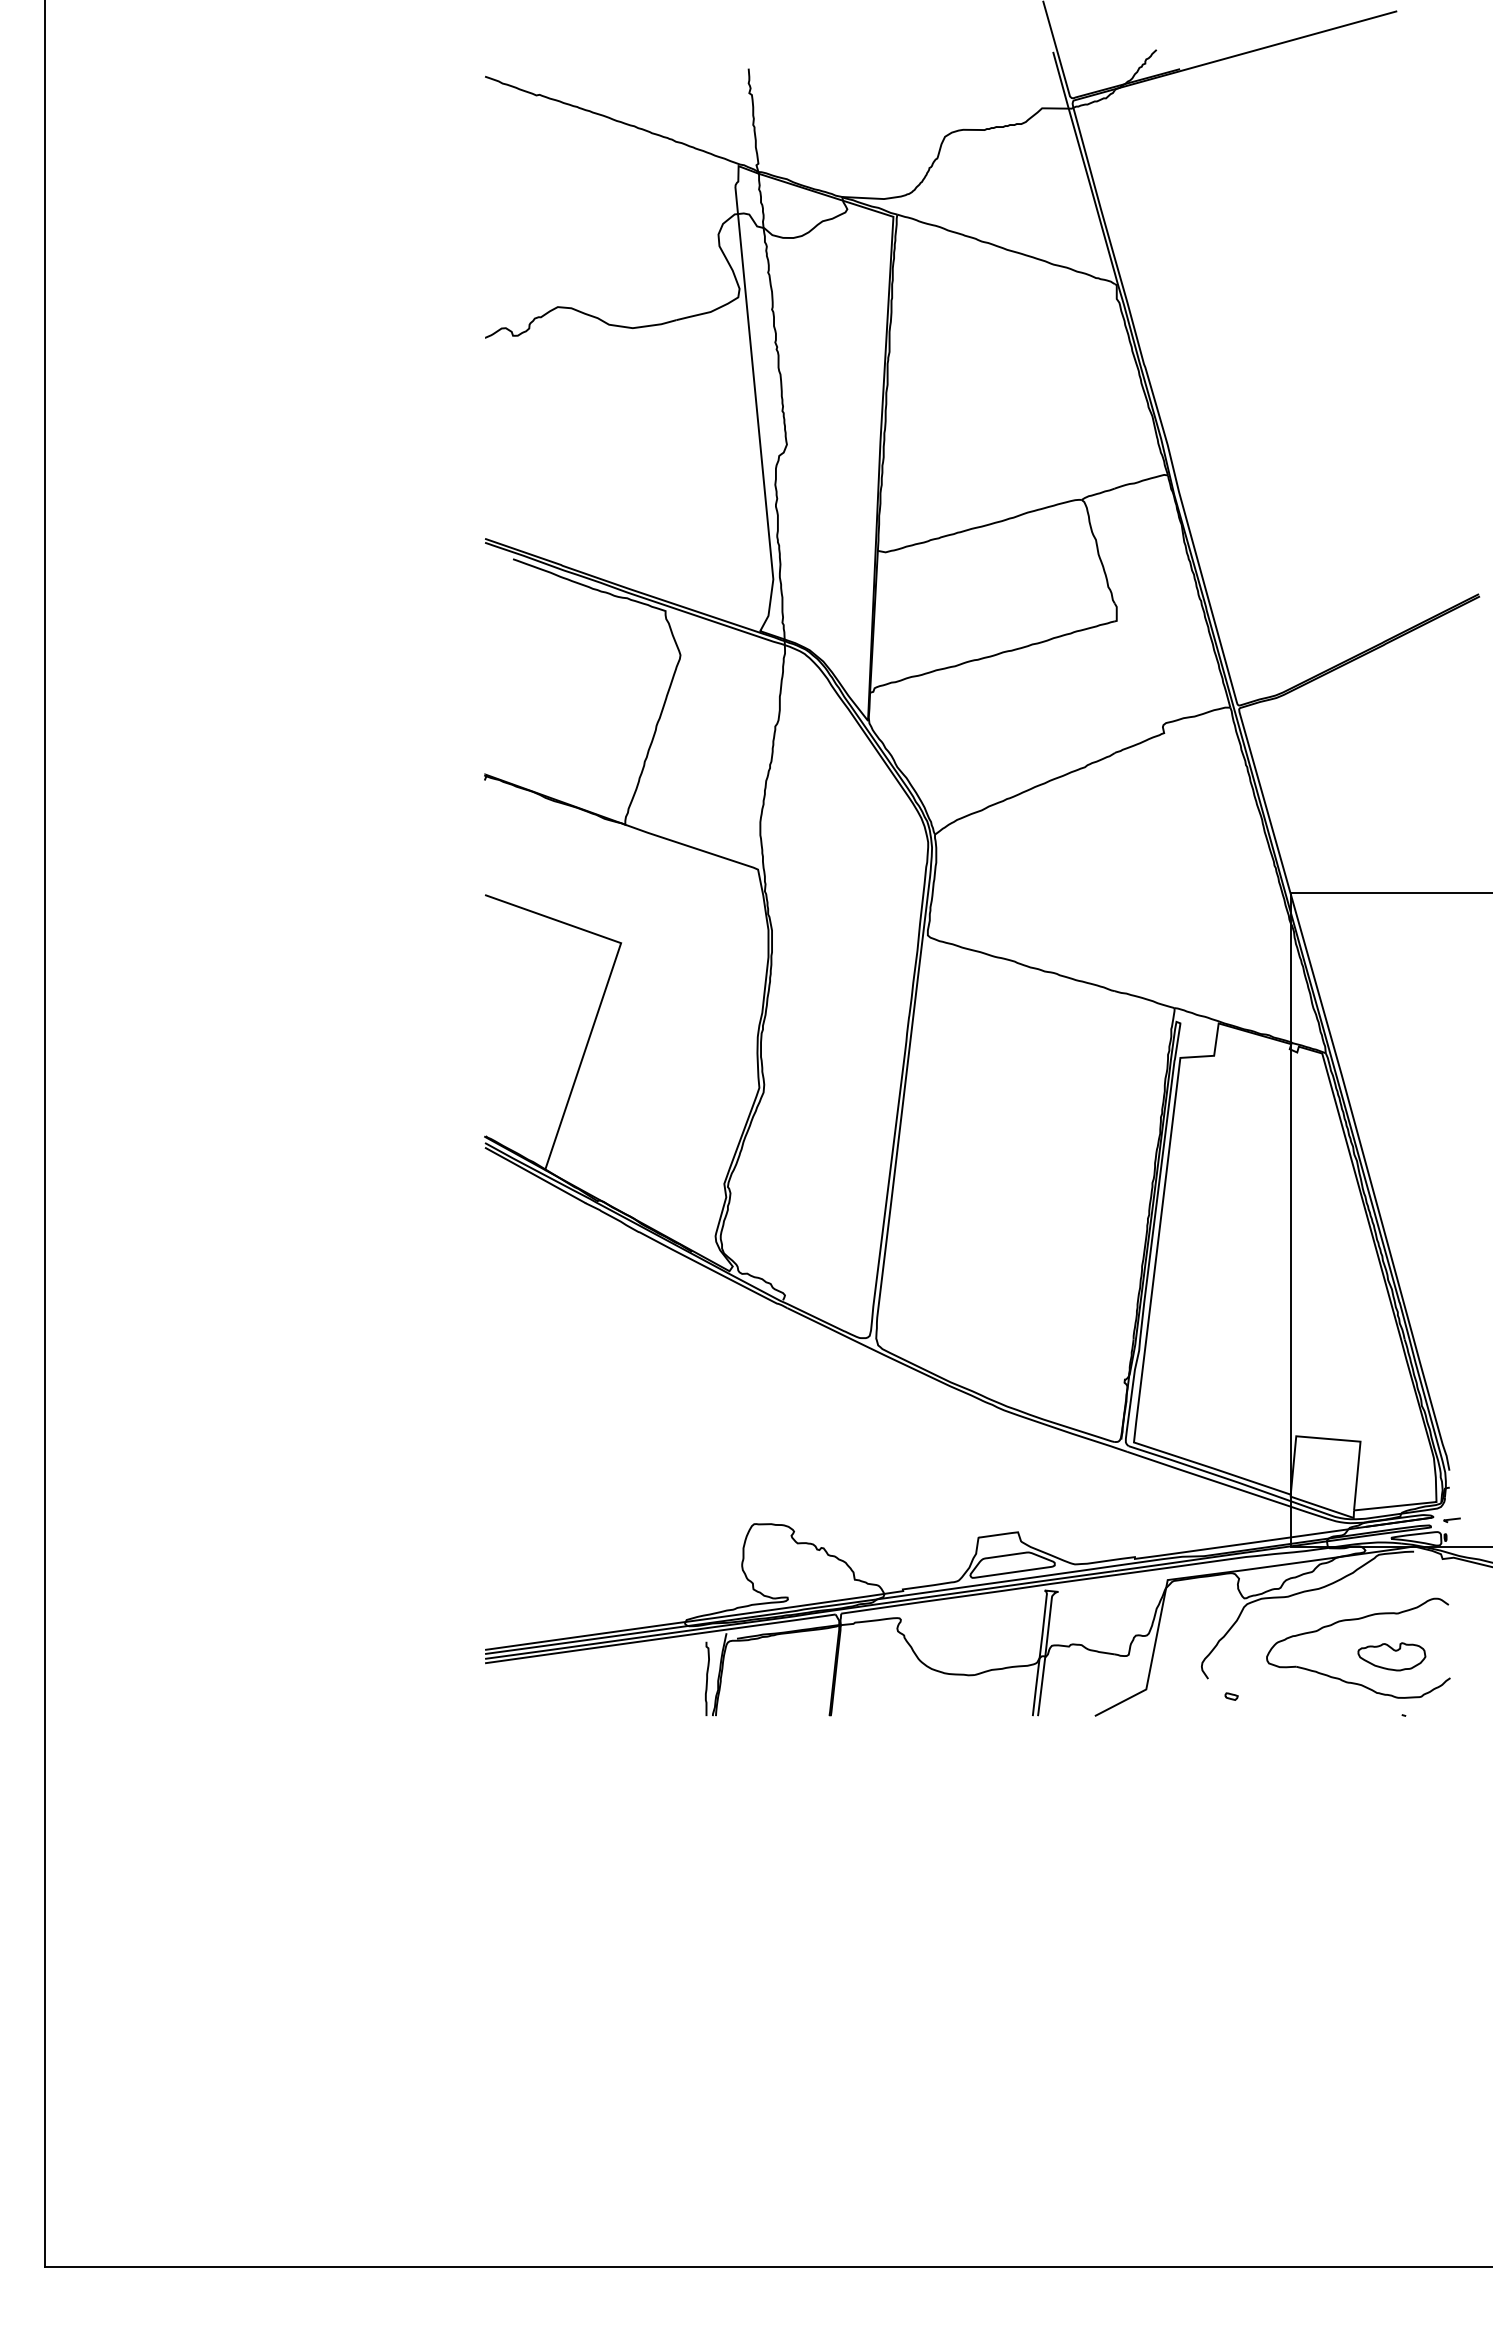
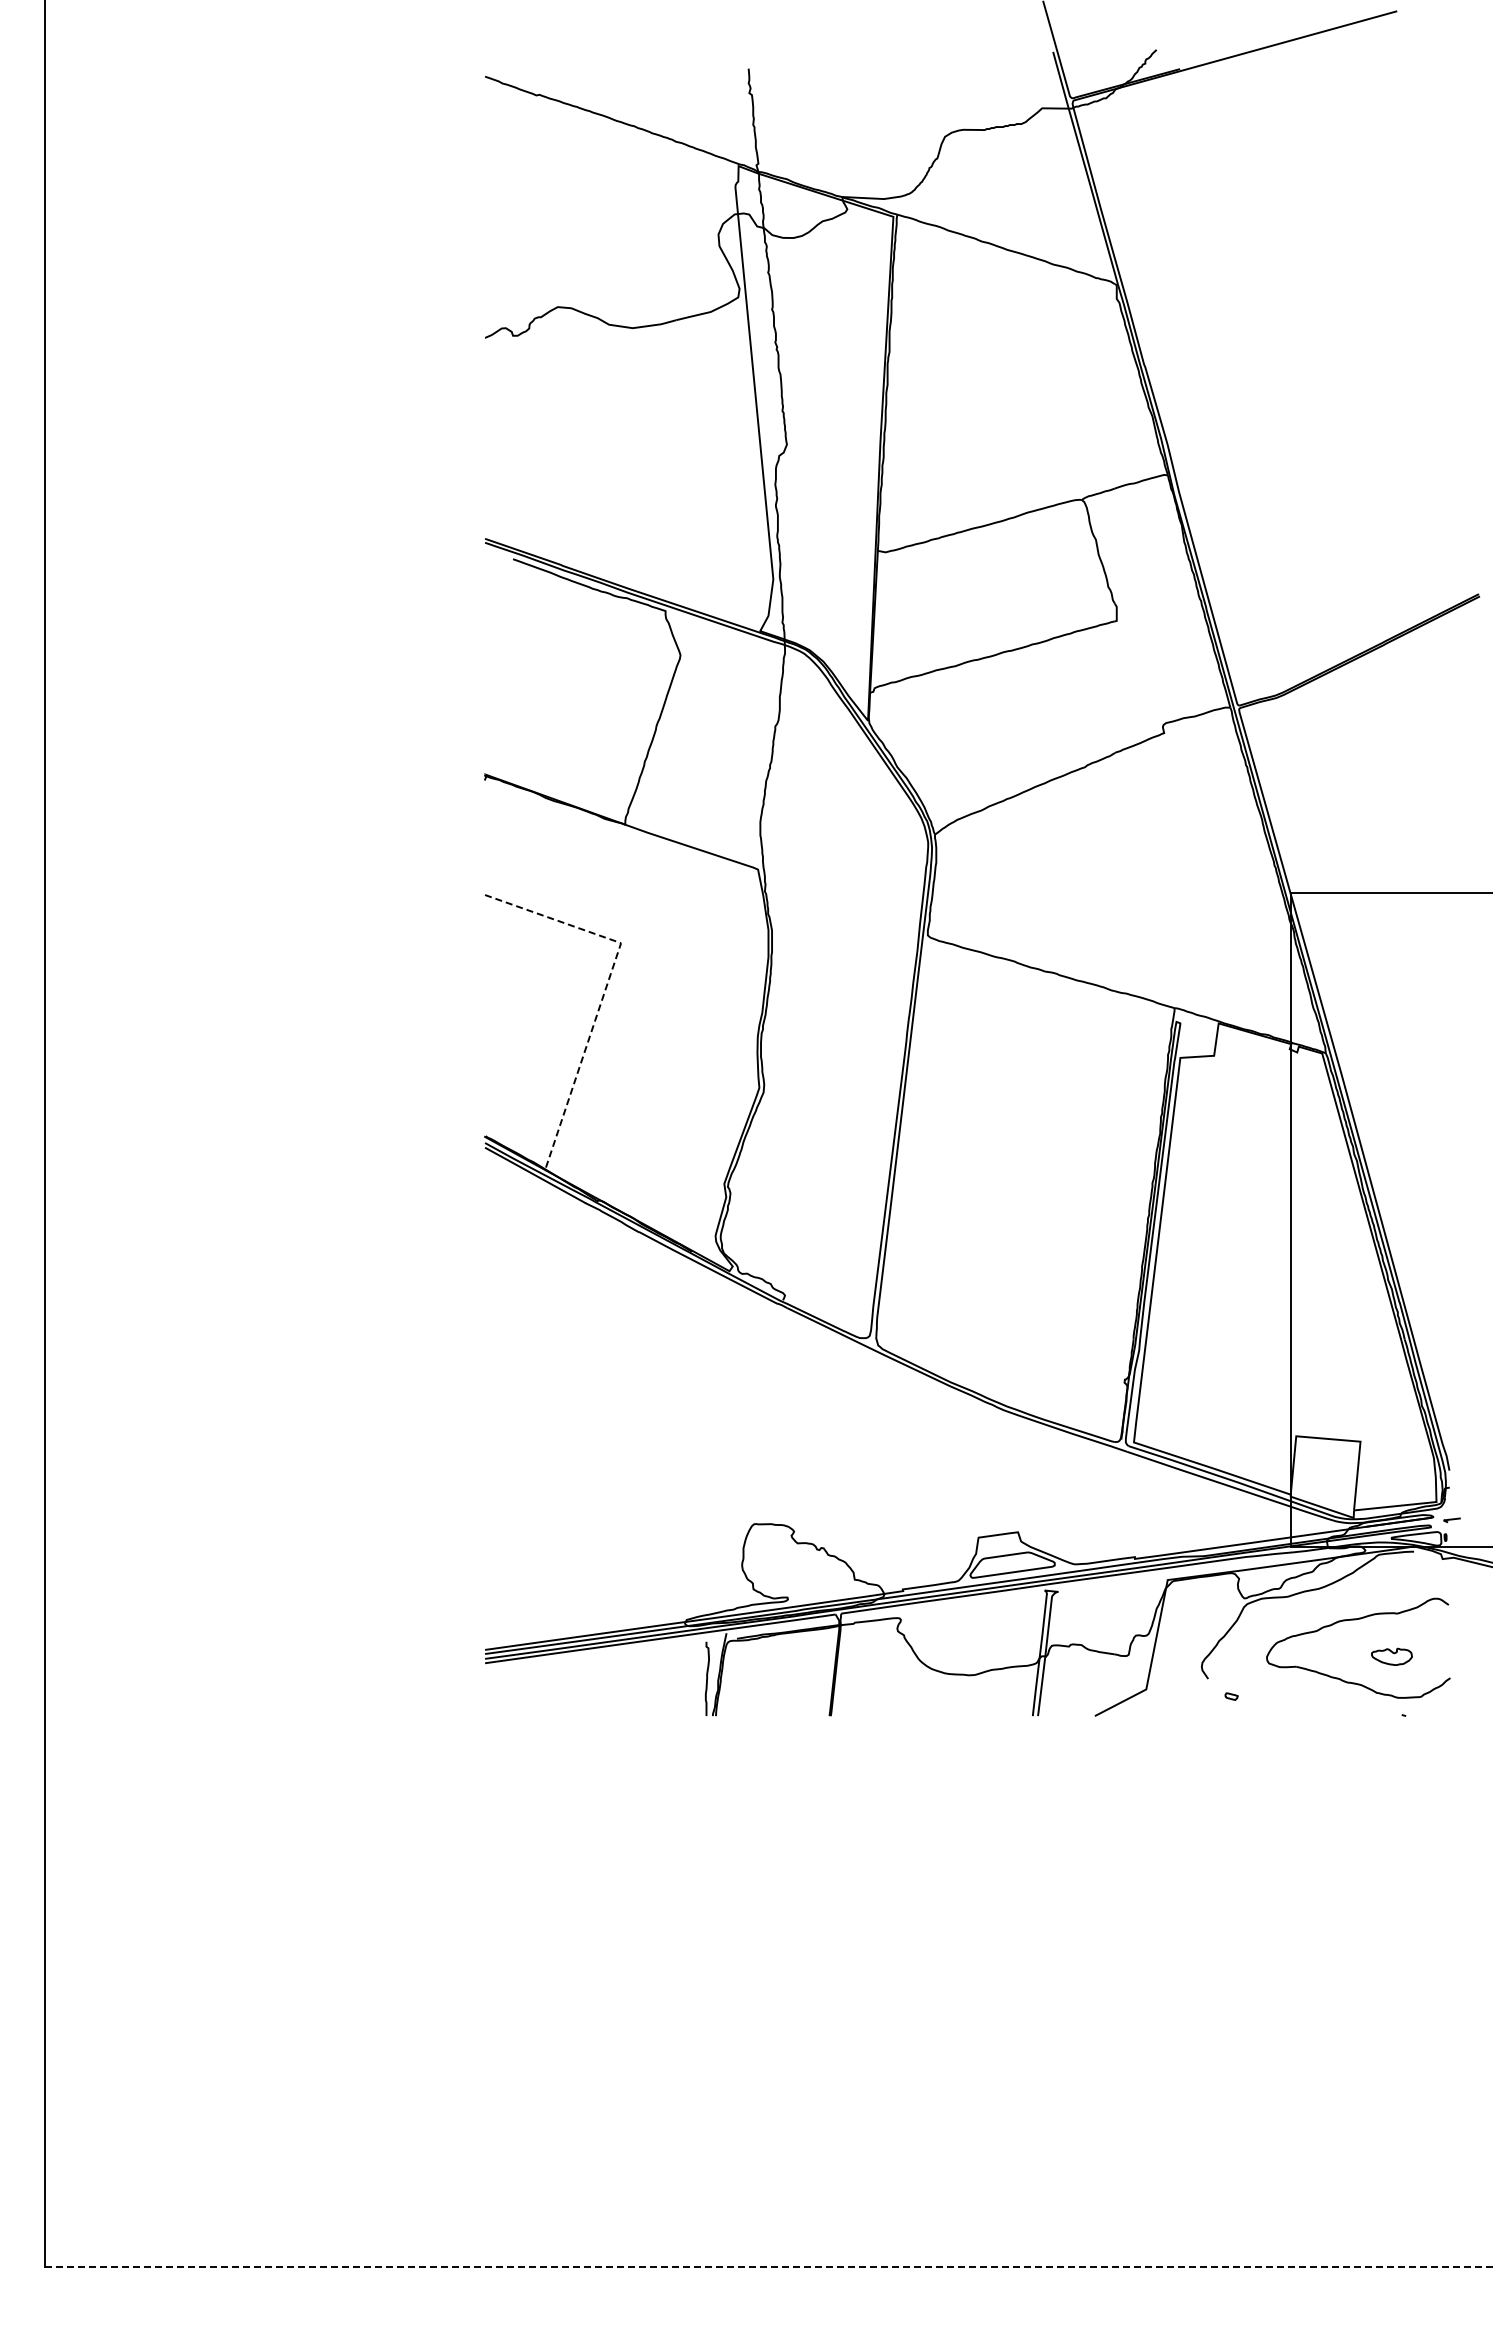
line at (606, 987): solid -> dashed
part at (1391, 1656) size: 70x30 px -> 42x19 px
line at (768, 2266): solid -> dashed
